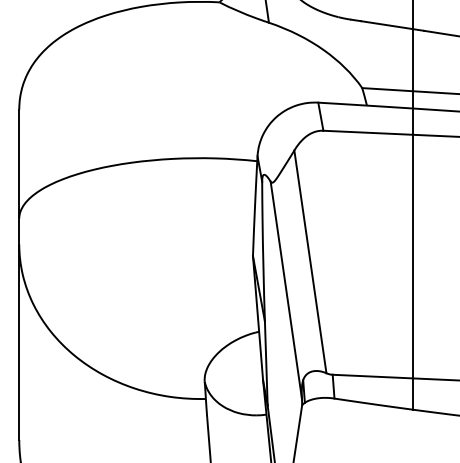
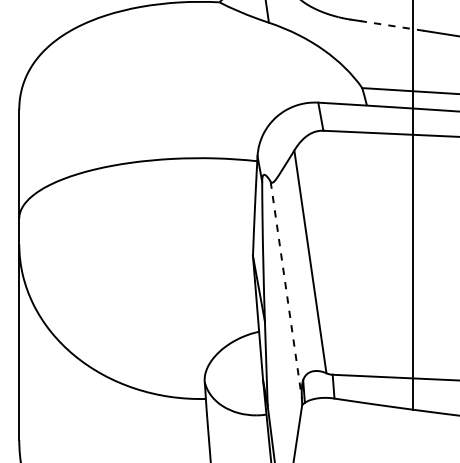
line at (392, 26): solid -> dashed
line at (286, 290): solid -> dashed
